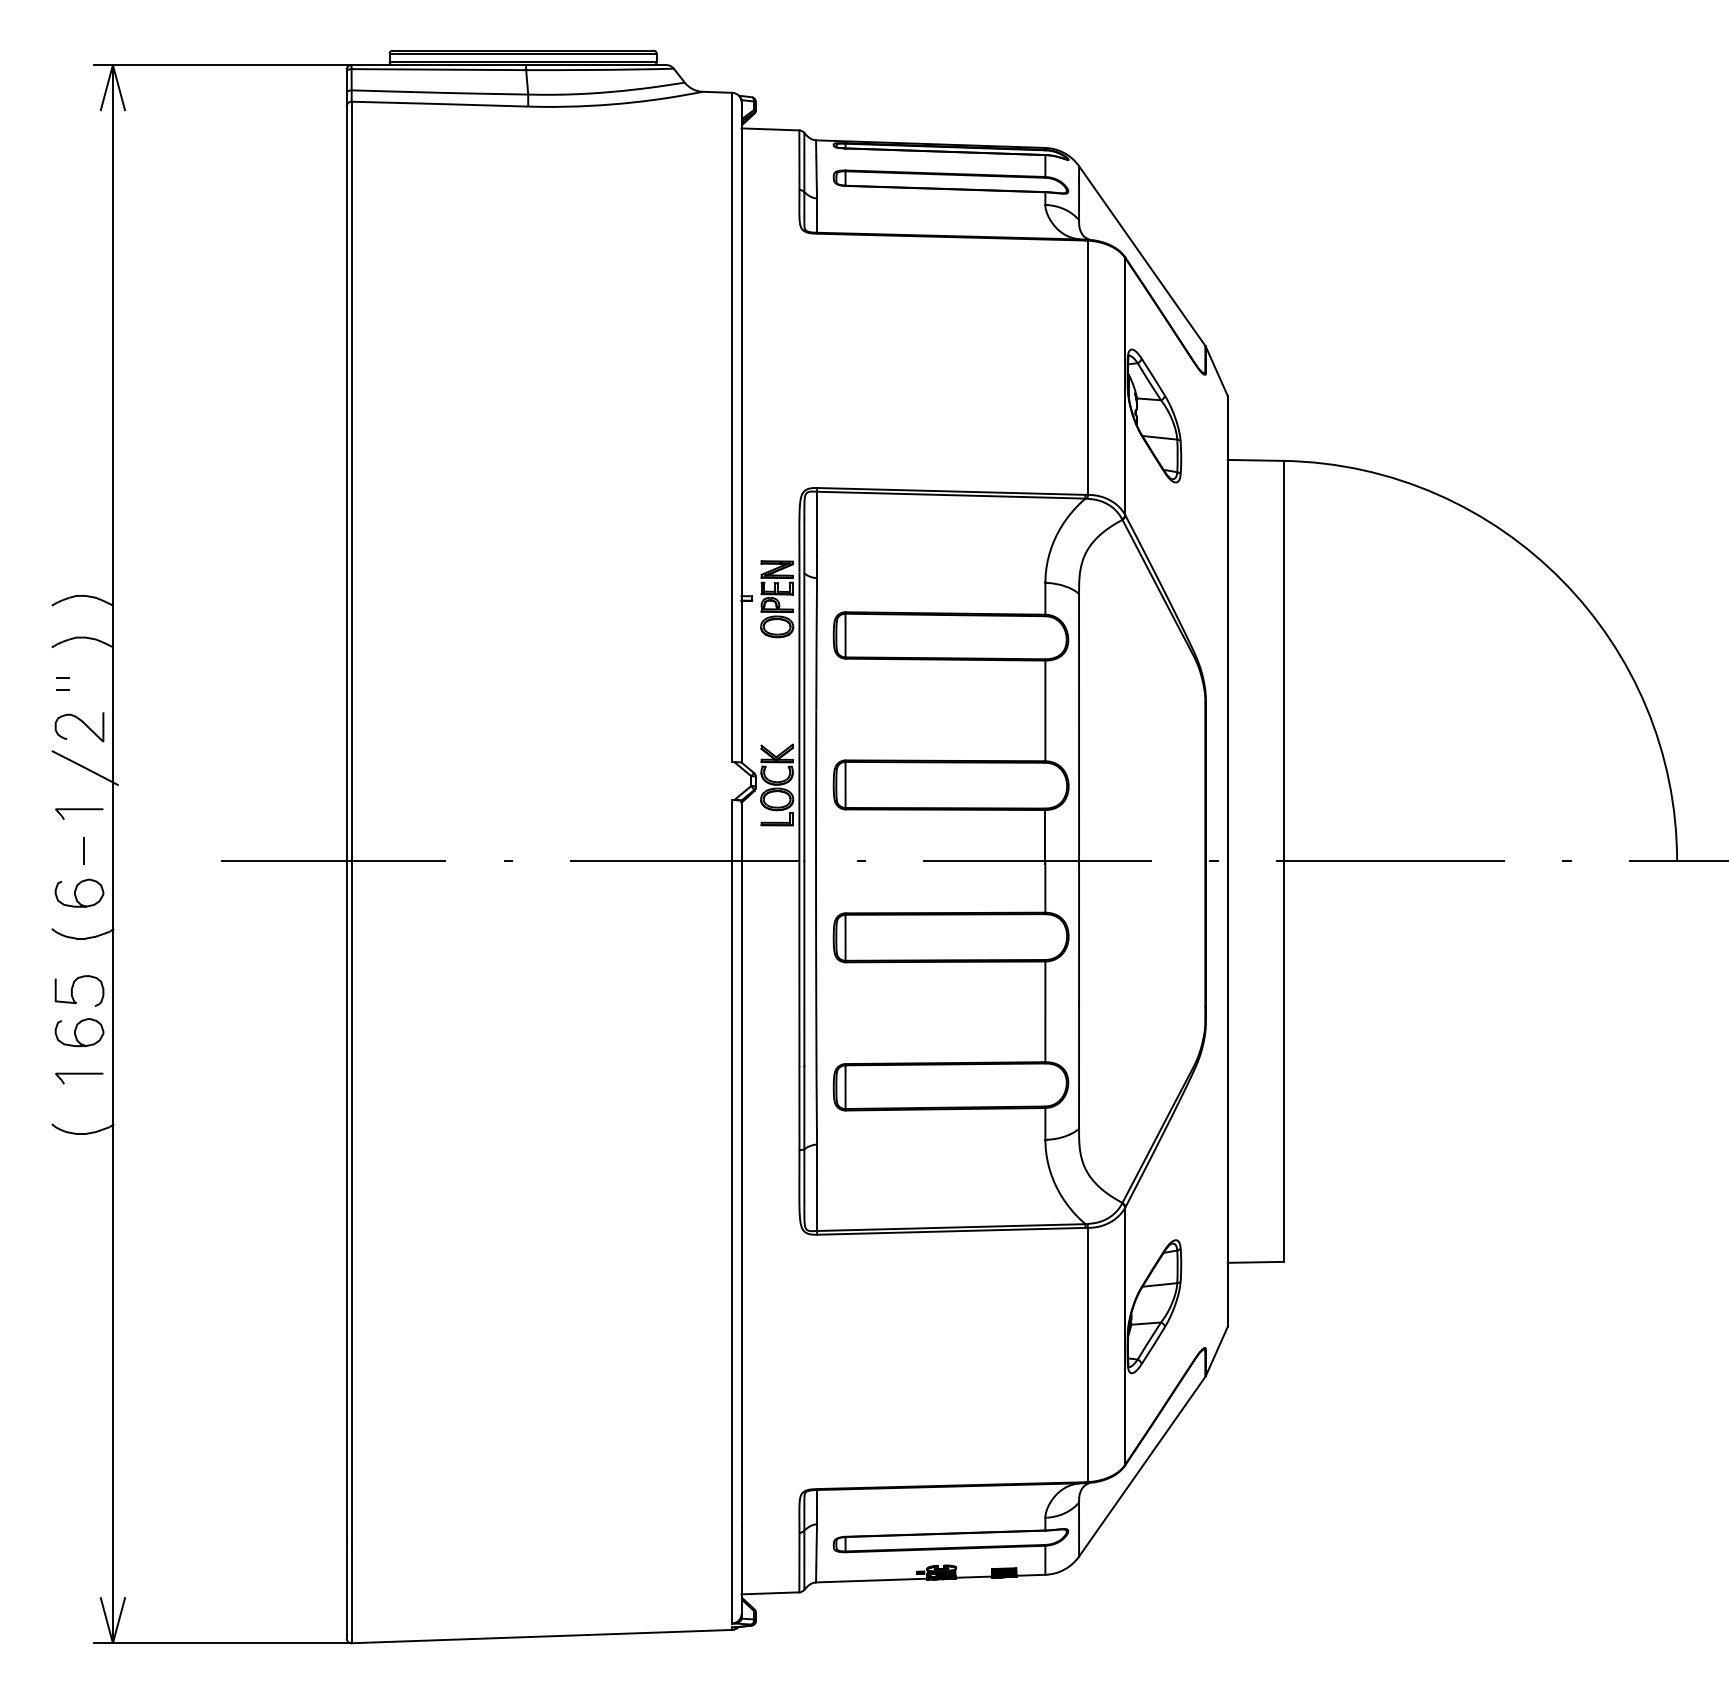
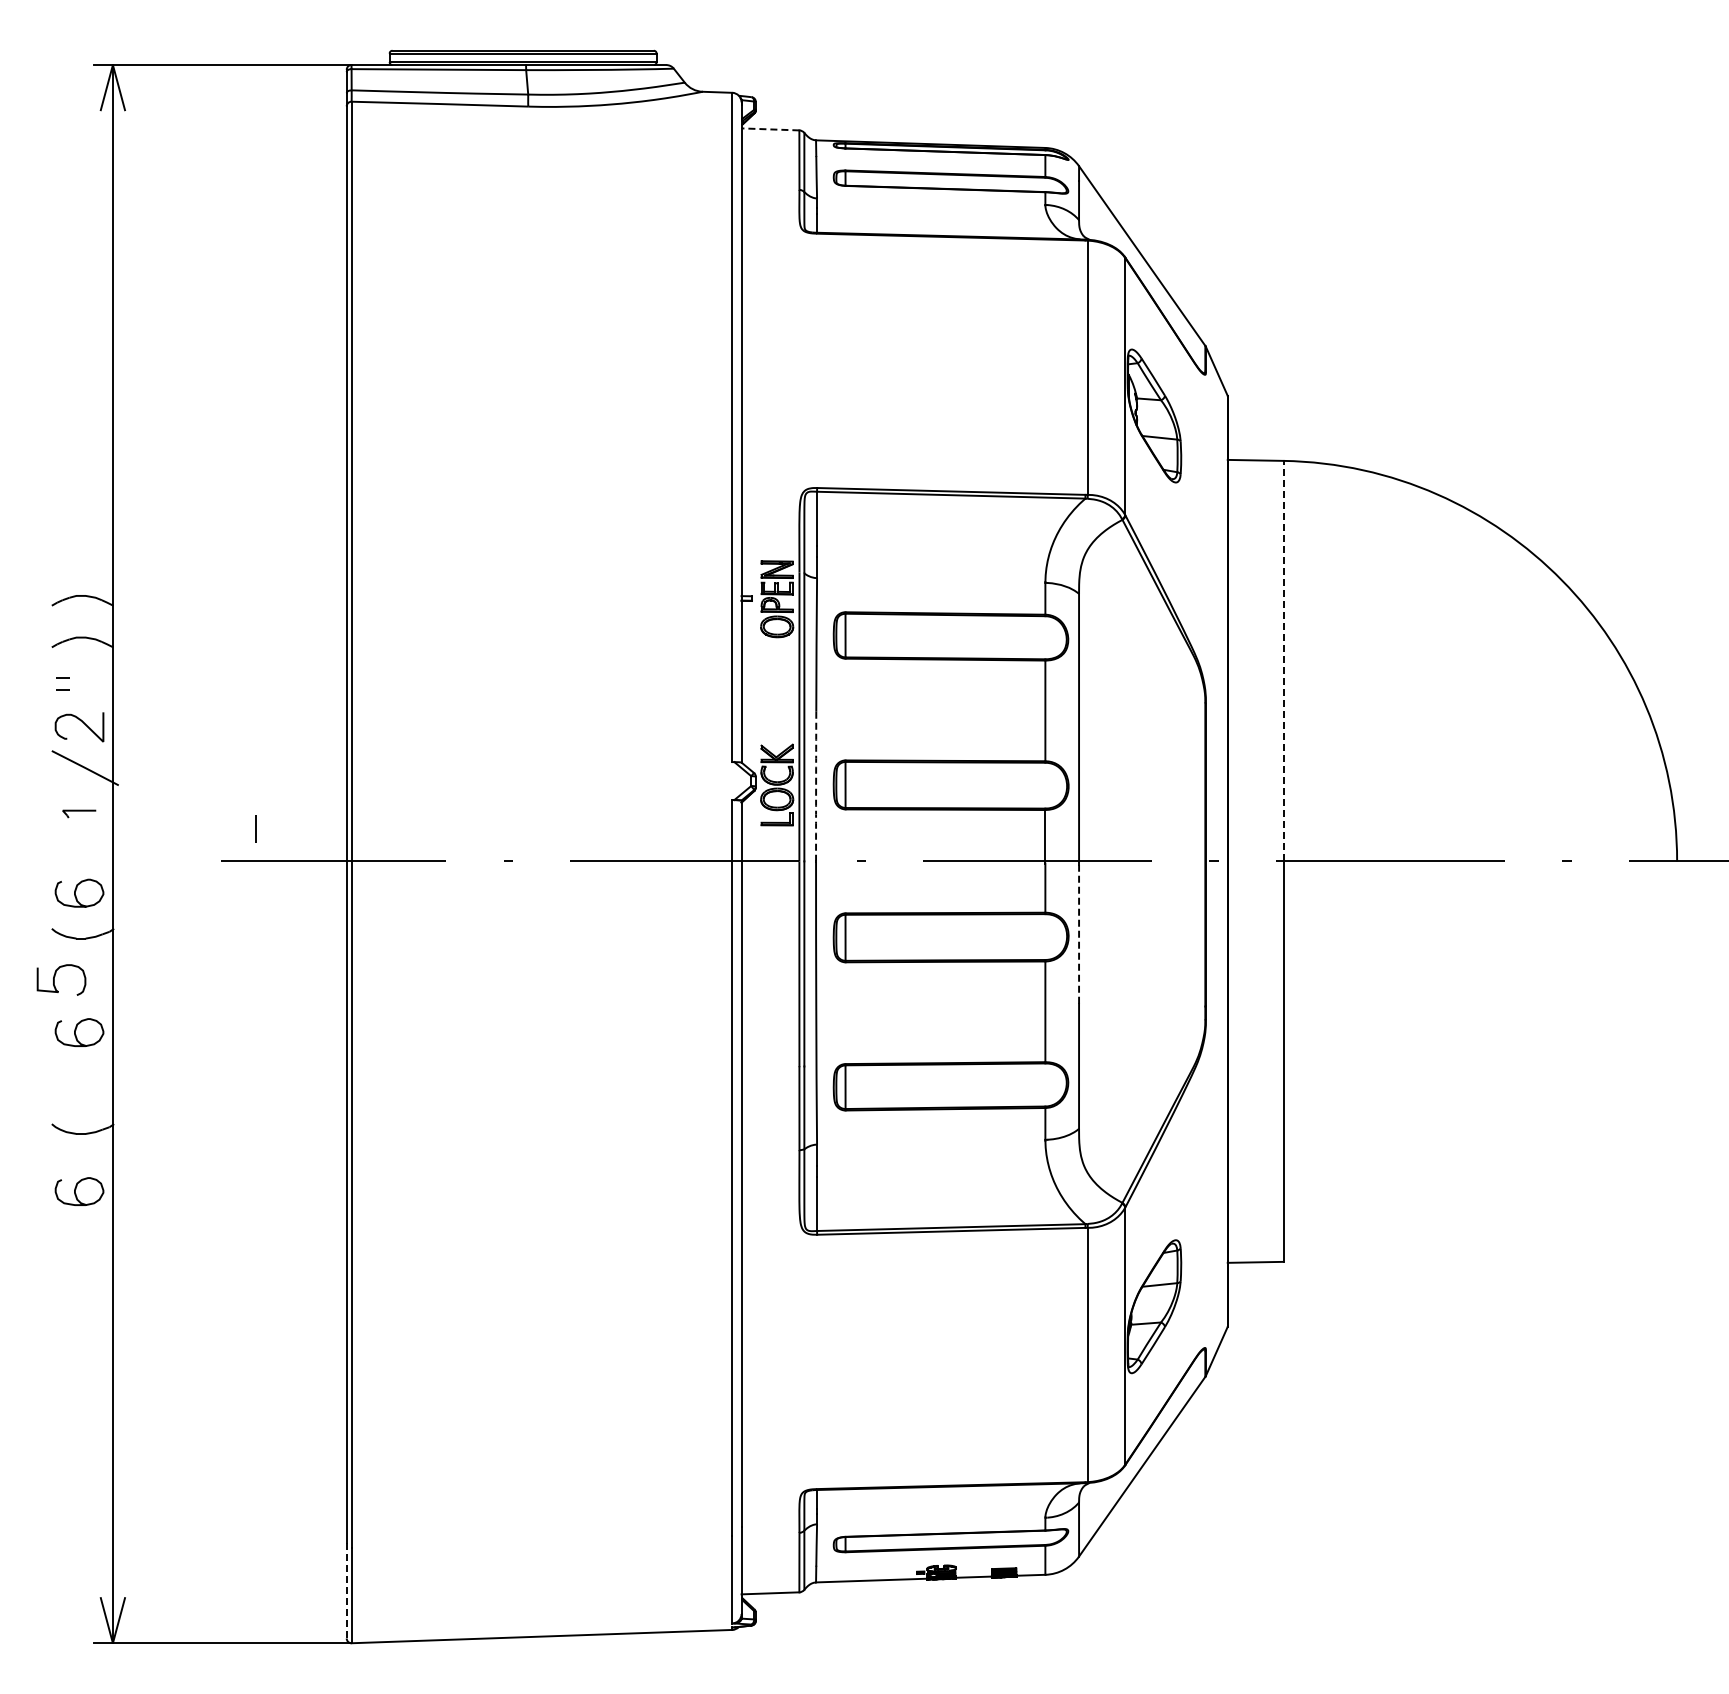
line at (770, 129): solid -> dashed
line at (1283, 660): solid -> dashed
arc at (816, 786): solid -> dashed
part at (79, 813) size: 49x12 px -> 35x10 px
line at (83, 850) position: (83, 850) -> (255, 828)
line at (1079, 934): solid -> dashed
curve at (73, 987) position: (73, 987) -> (55, 976)
part at (79, 1078): present -> none
curve at (76, 1189): none -> present
line at (346, 1590): solid -> dashed
